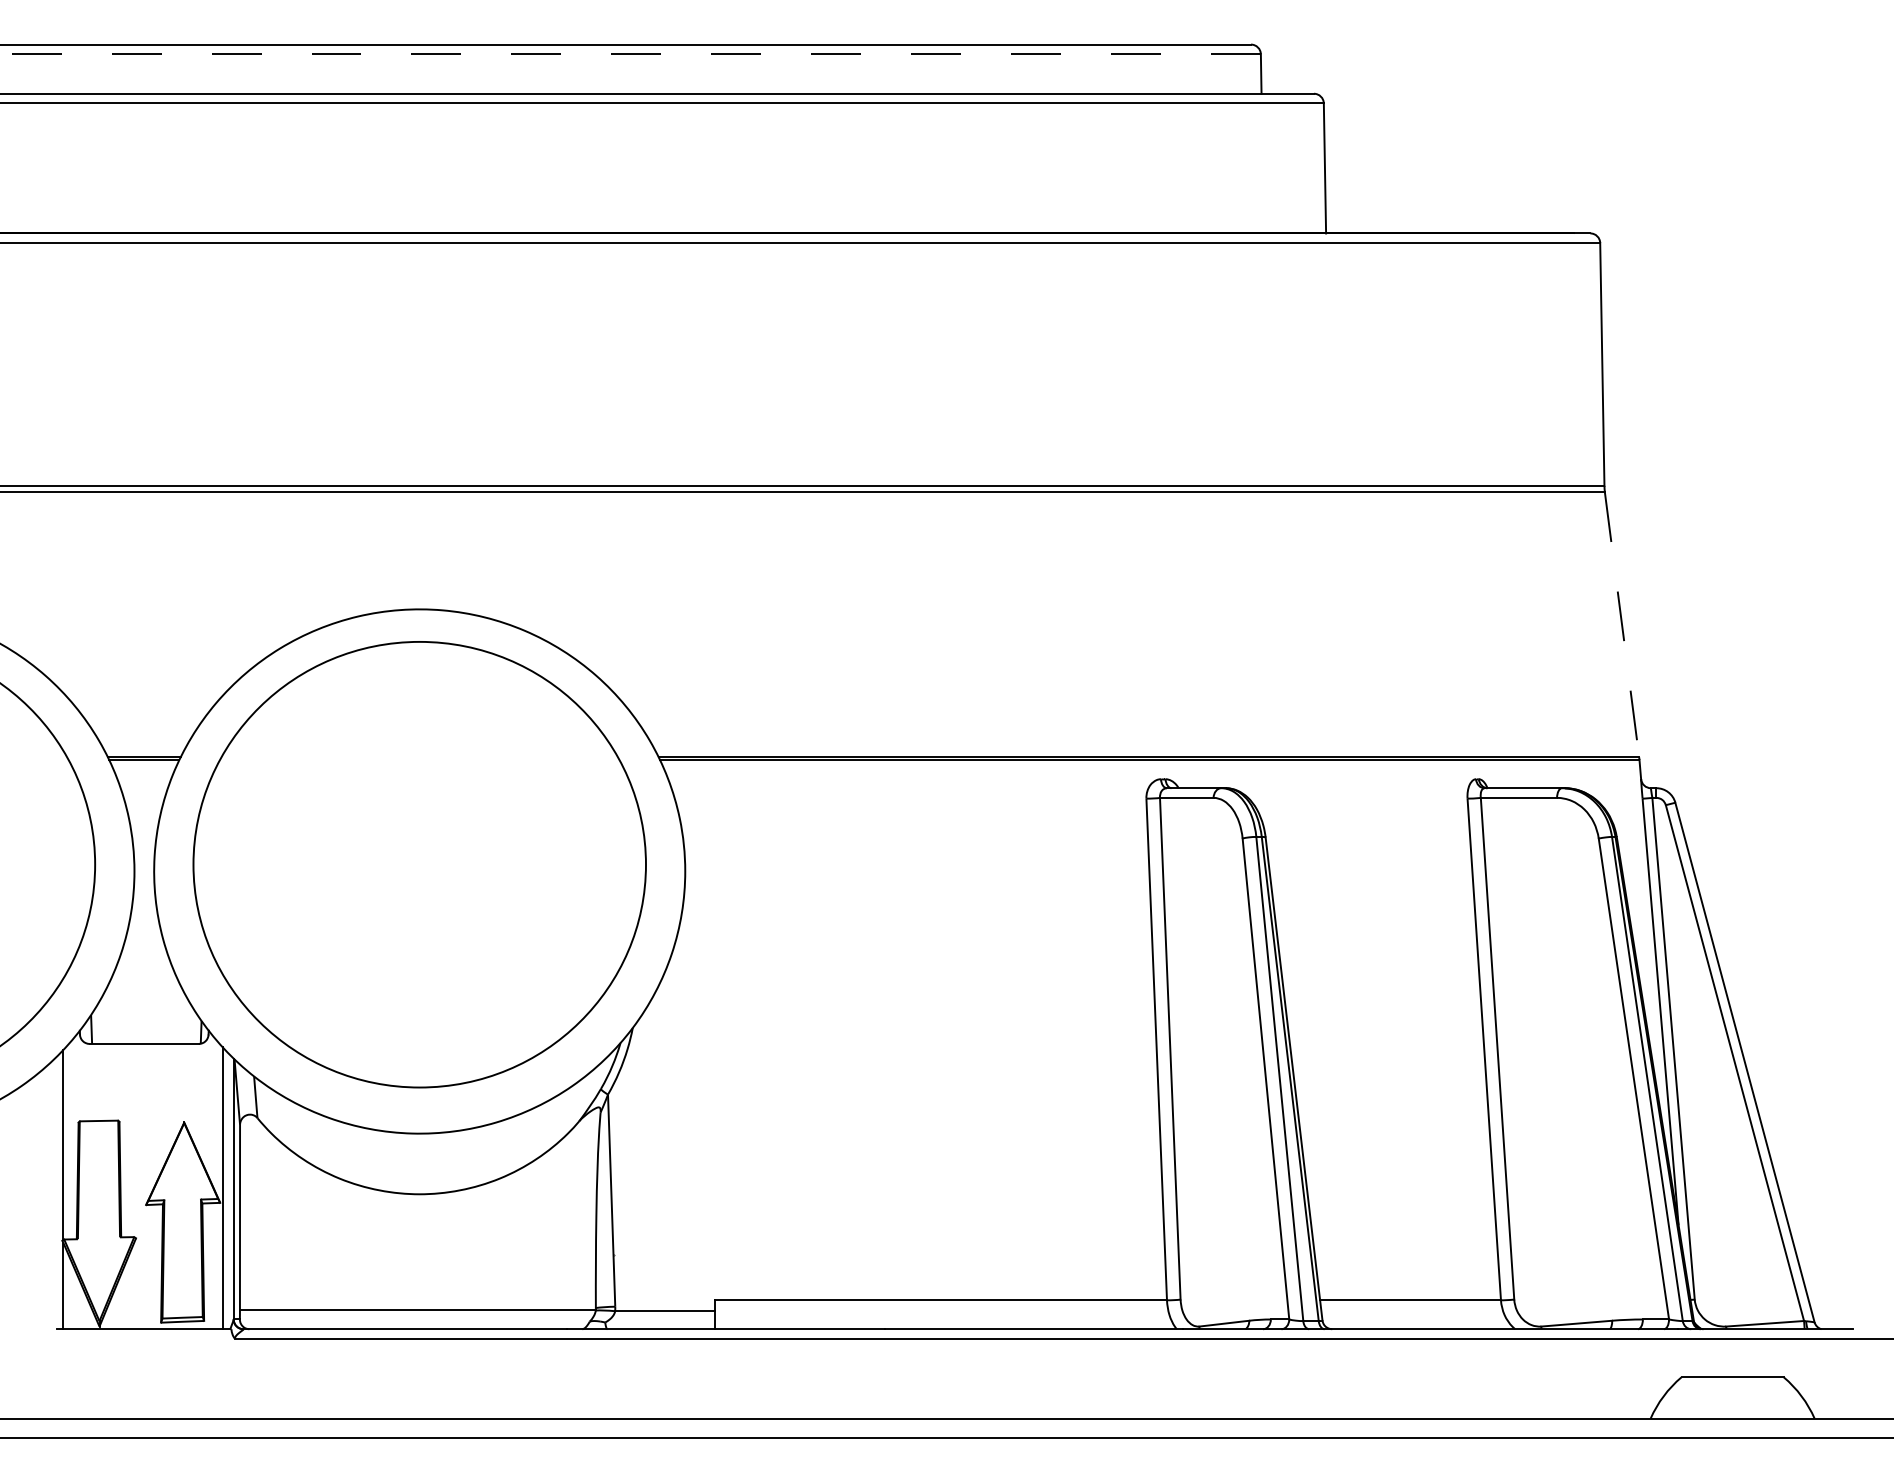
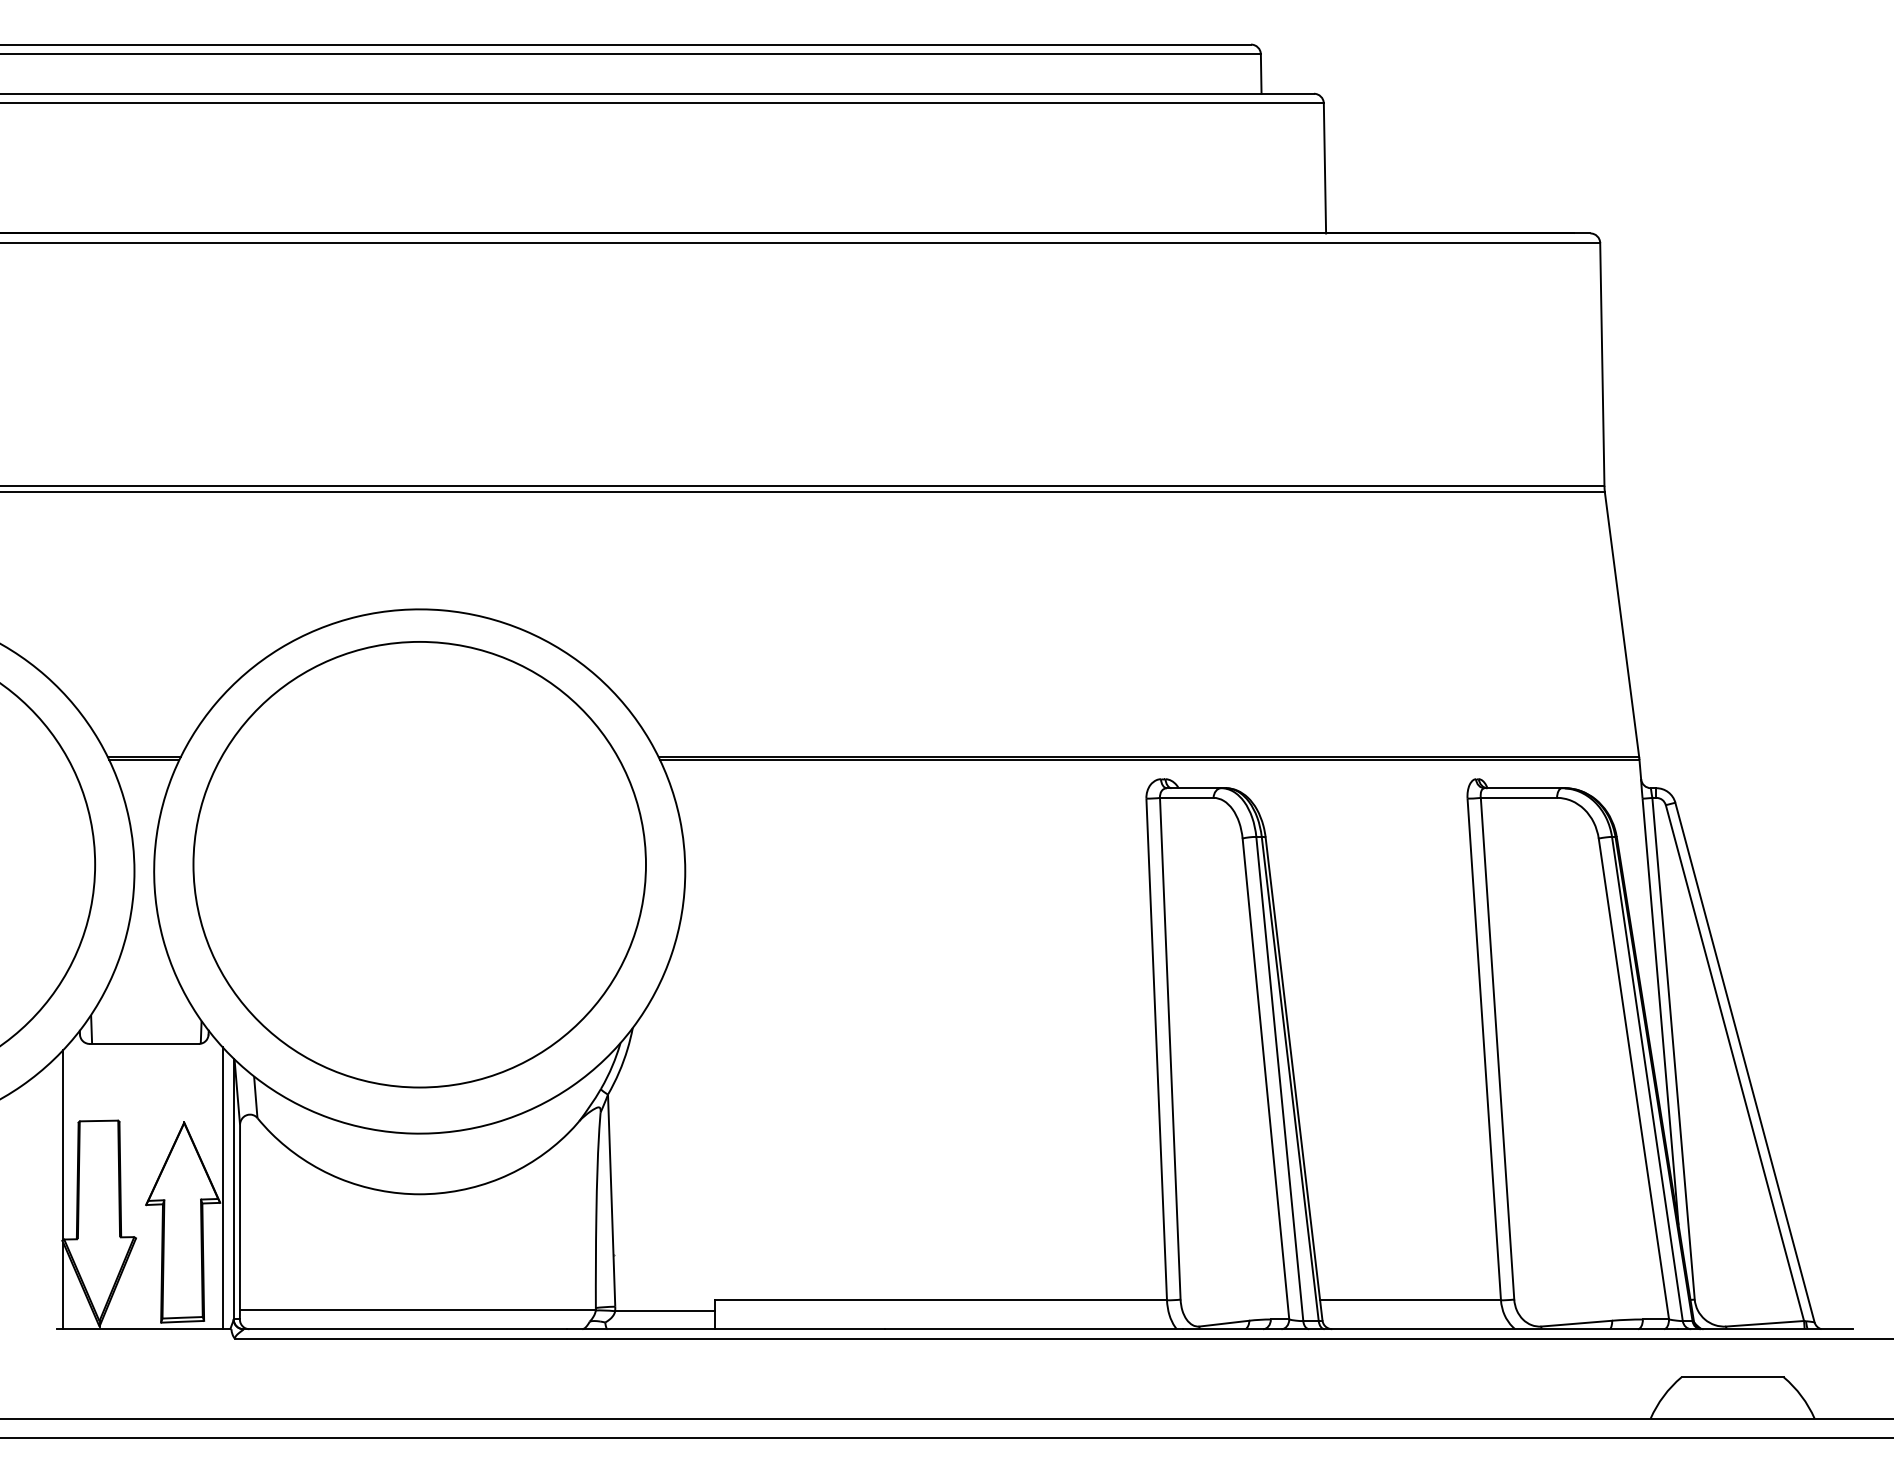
line at (630, 54): dashed -> solid
line at (1622, 624): dashed -> solid
